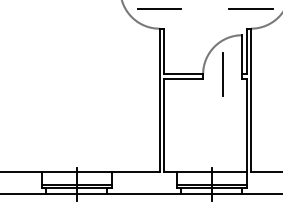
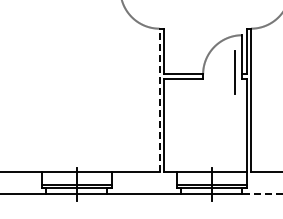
line at (250, 8): present -> none
line at (159, 9): present -> none
line at (222, 74) position: (222, 74) -> (234, 72)
line at (159, 100): solid -> dashed
line at (262, 194): solid -> dashed
